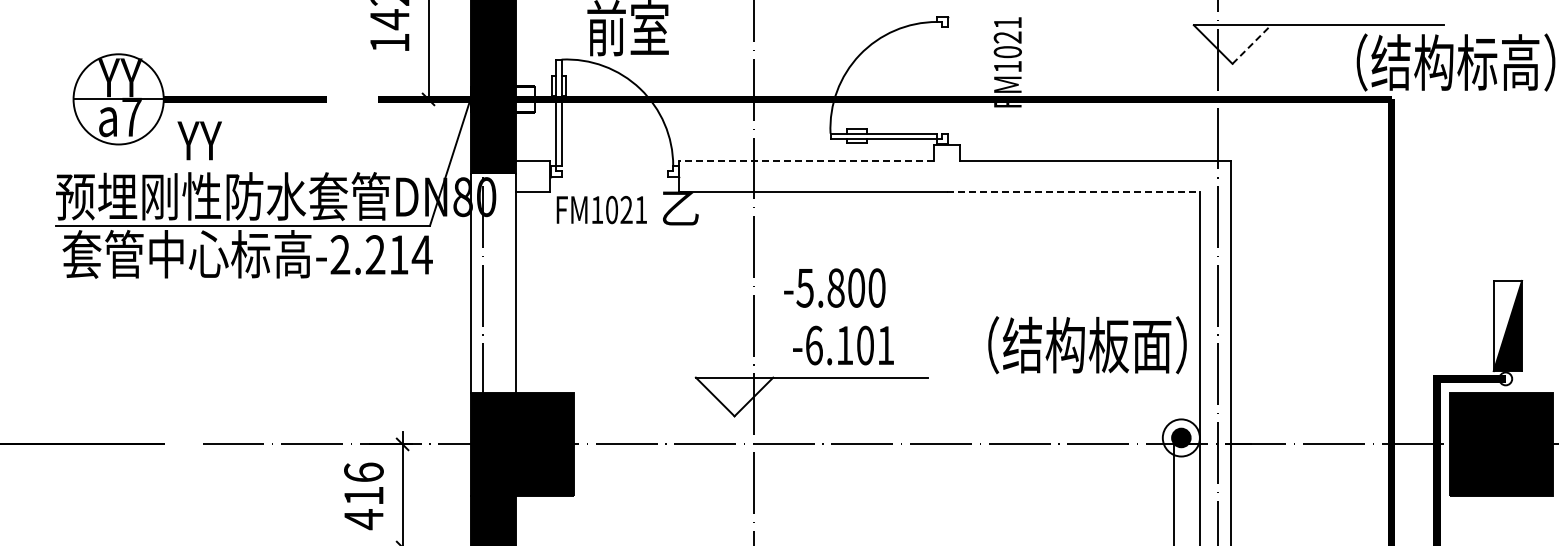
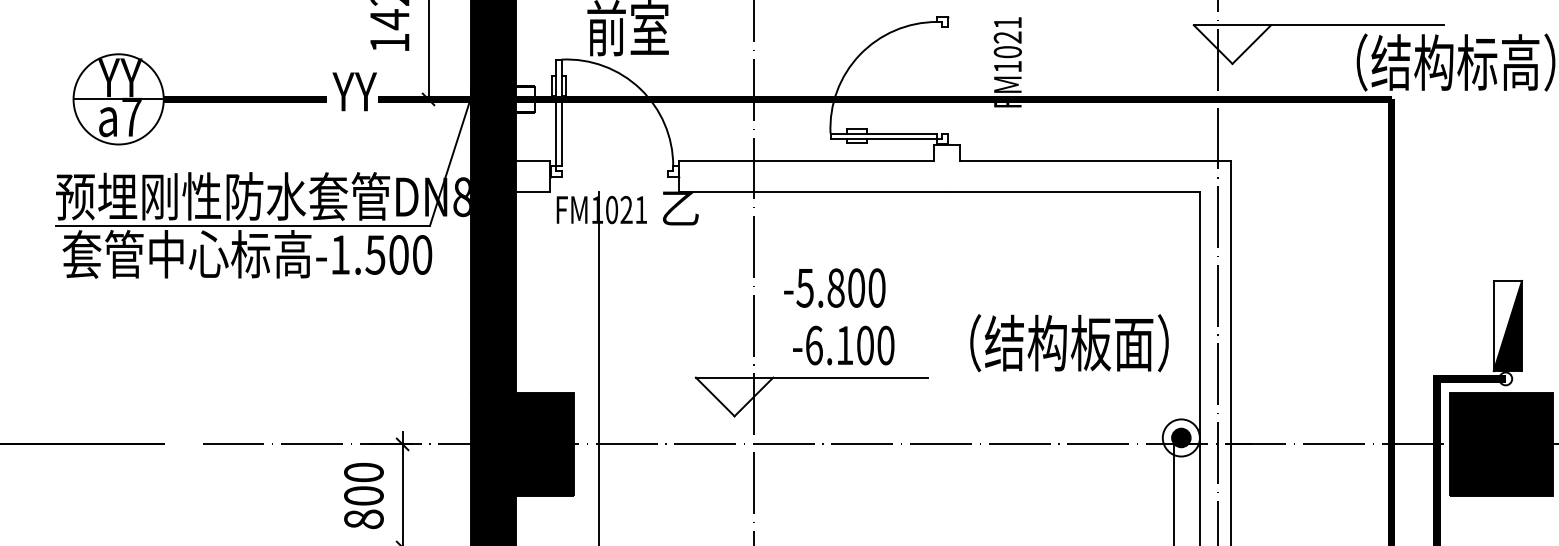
line at (1252, 44): dashed -> solid
text at (199, 140) position: (199, 140) -> (354, 91)
line at (806, 160): dashed -> solid
line at (1074, 191): dashed -> solid
text at (381, 254): -2.214 -> -1.500
fill at (492, 282): none -> present
text at (885, 345): -6.101 -> -6.100
text at (1087, 345) position: (1087, 345) -> (1069, 343)
line at (599, 366): none -> present
text at (363, 496): 416 -> 800
